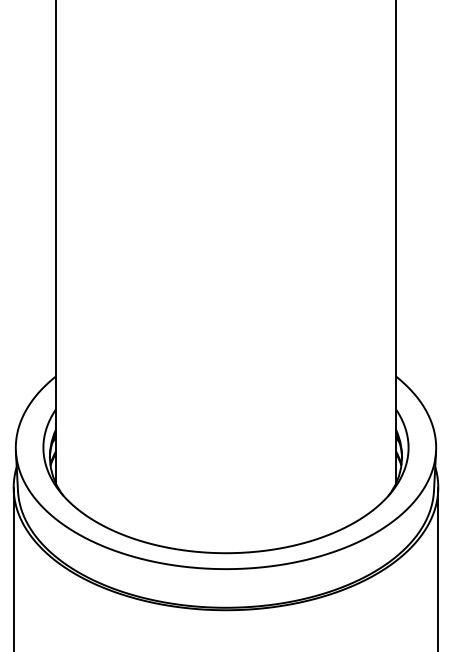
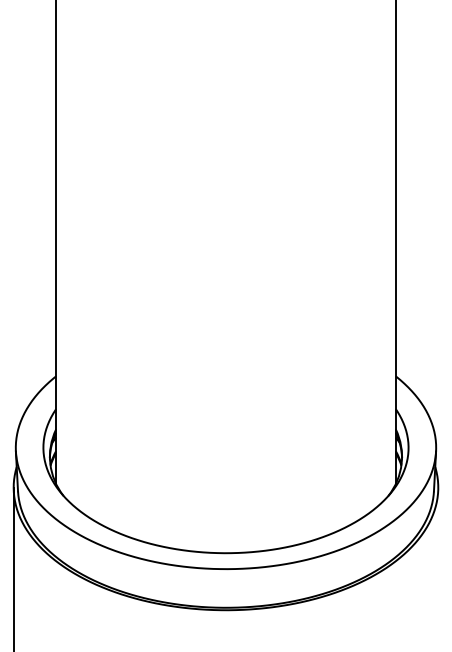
line at (438, 567): present -> none
